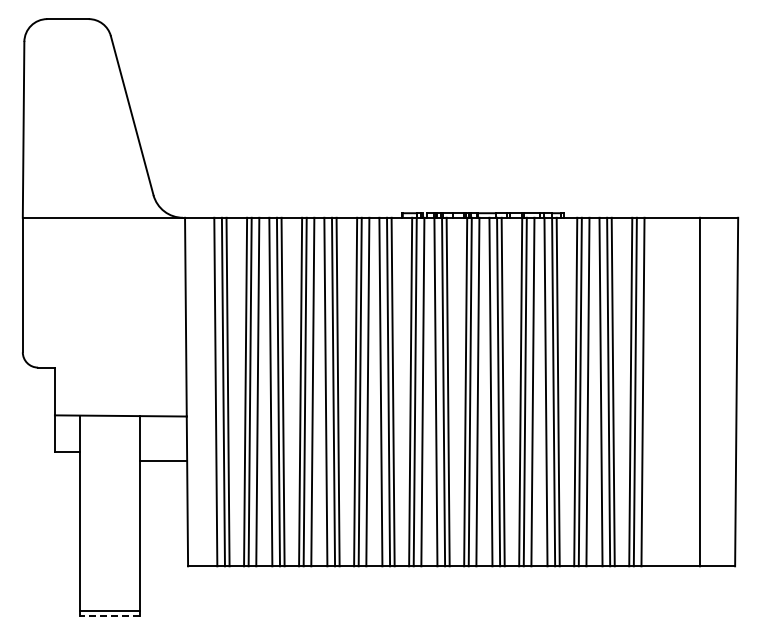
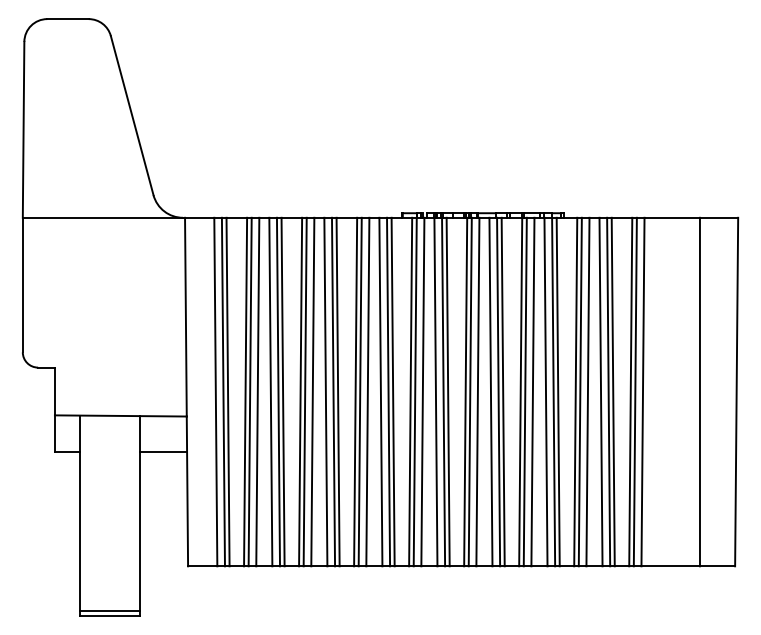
line at (163, 460) position: (163, 460) -> (163, 451)
line at (109, 615): dashed -> solid
